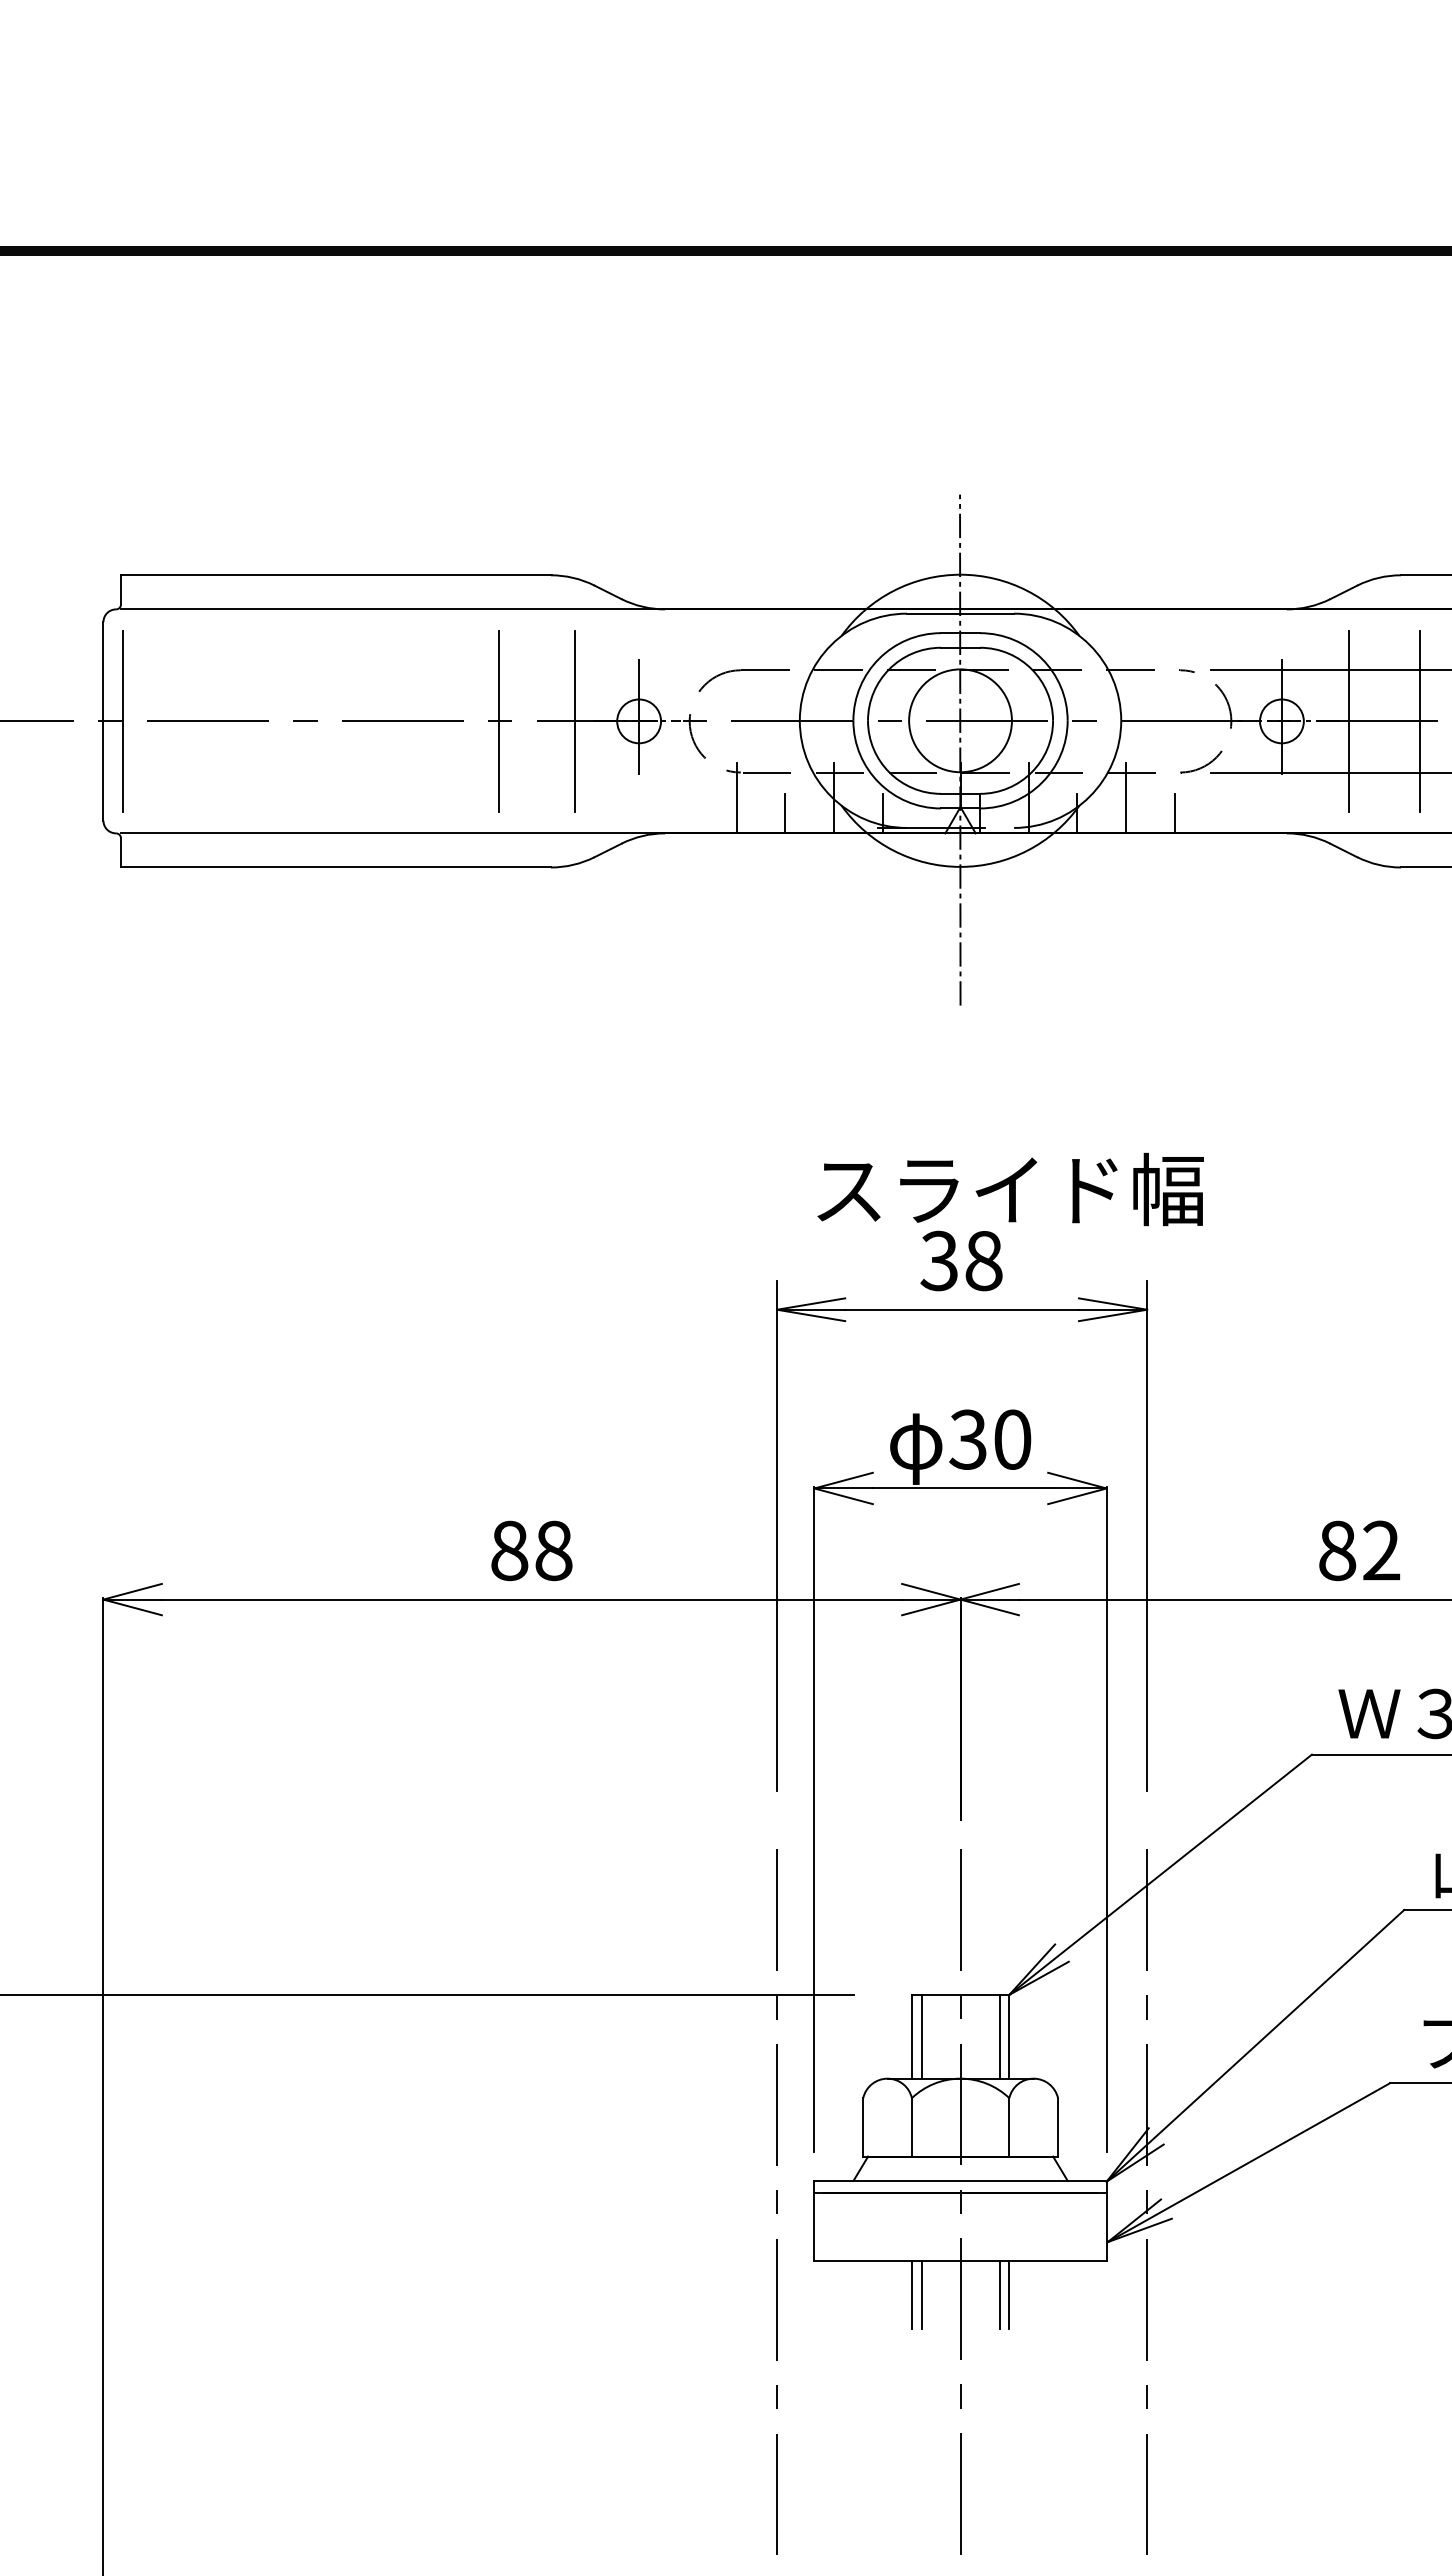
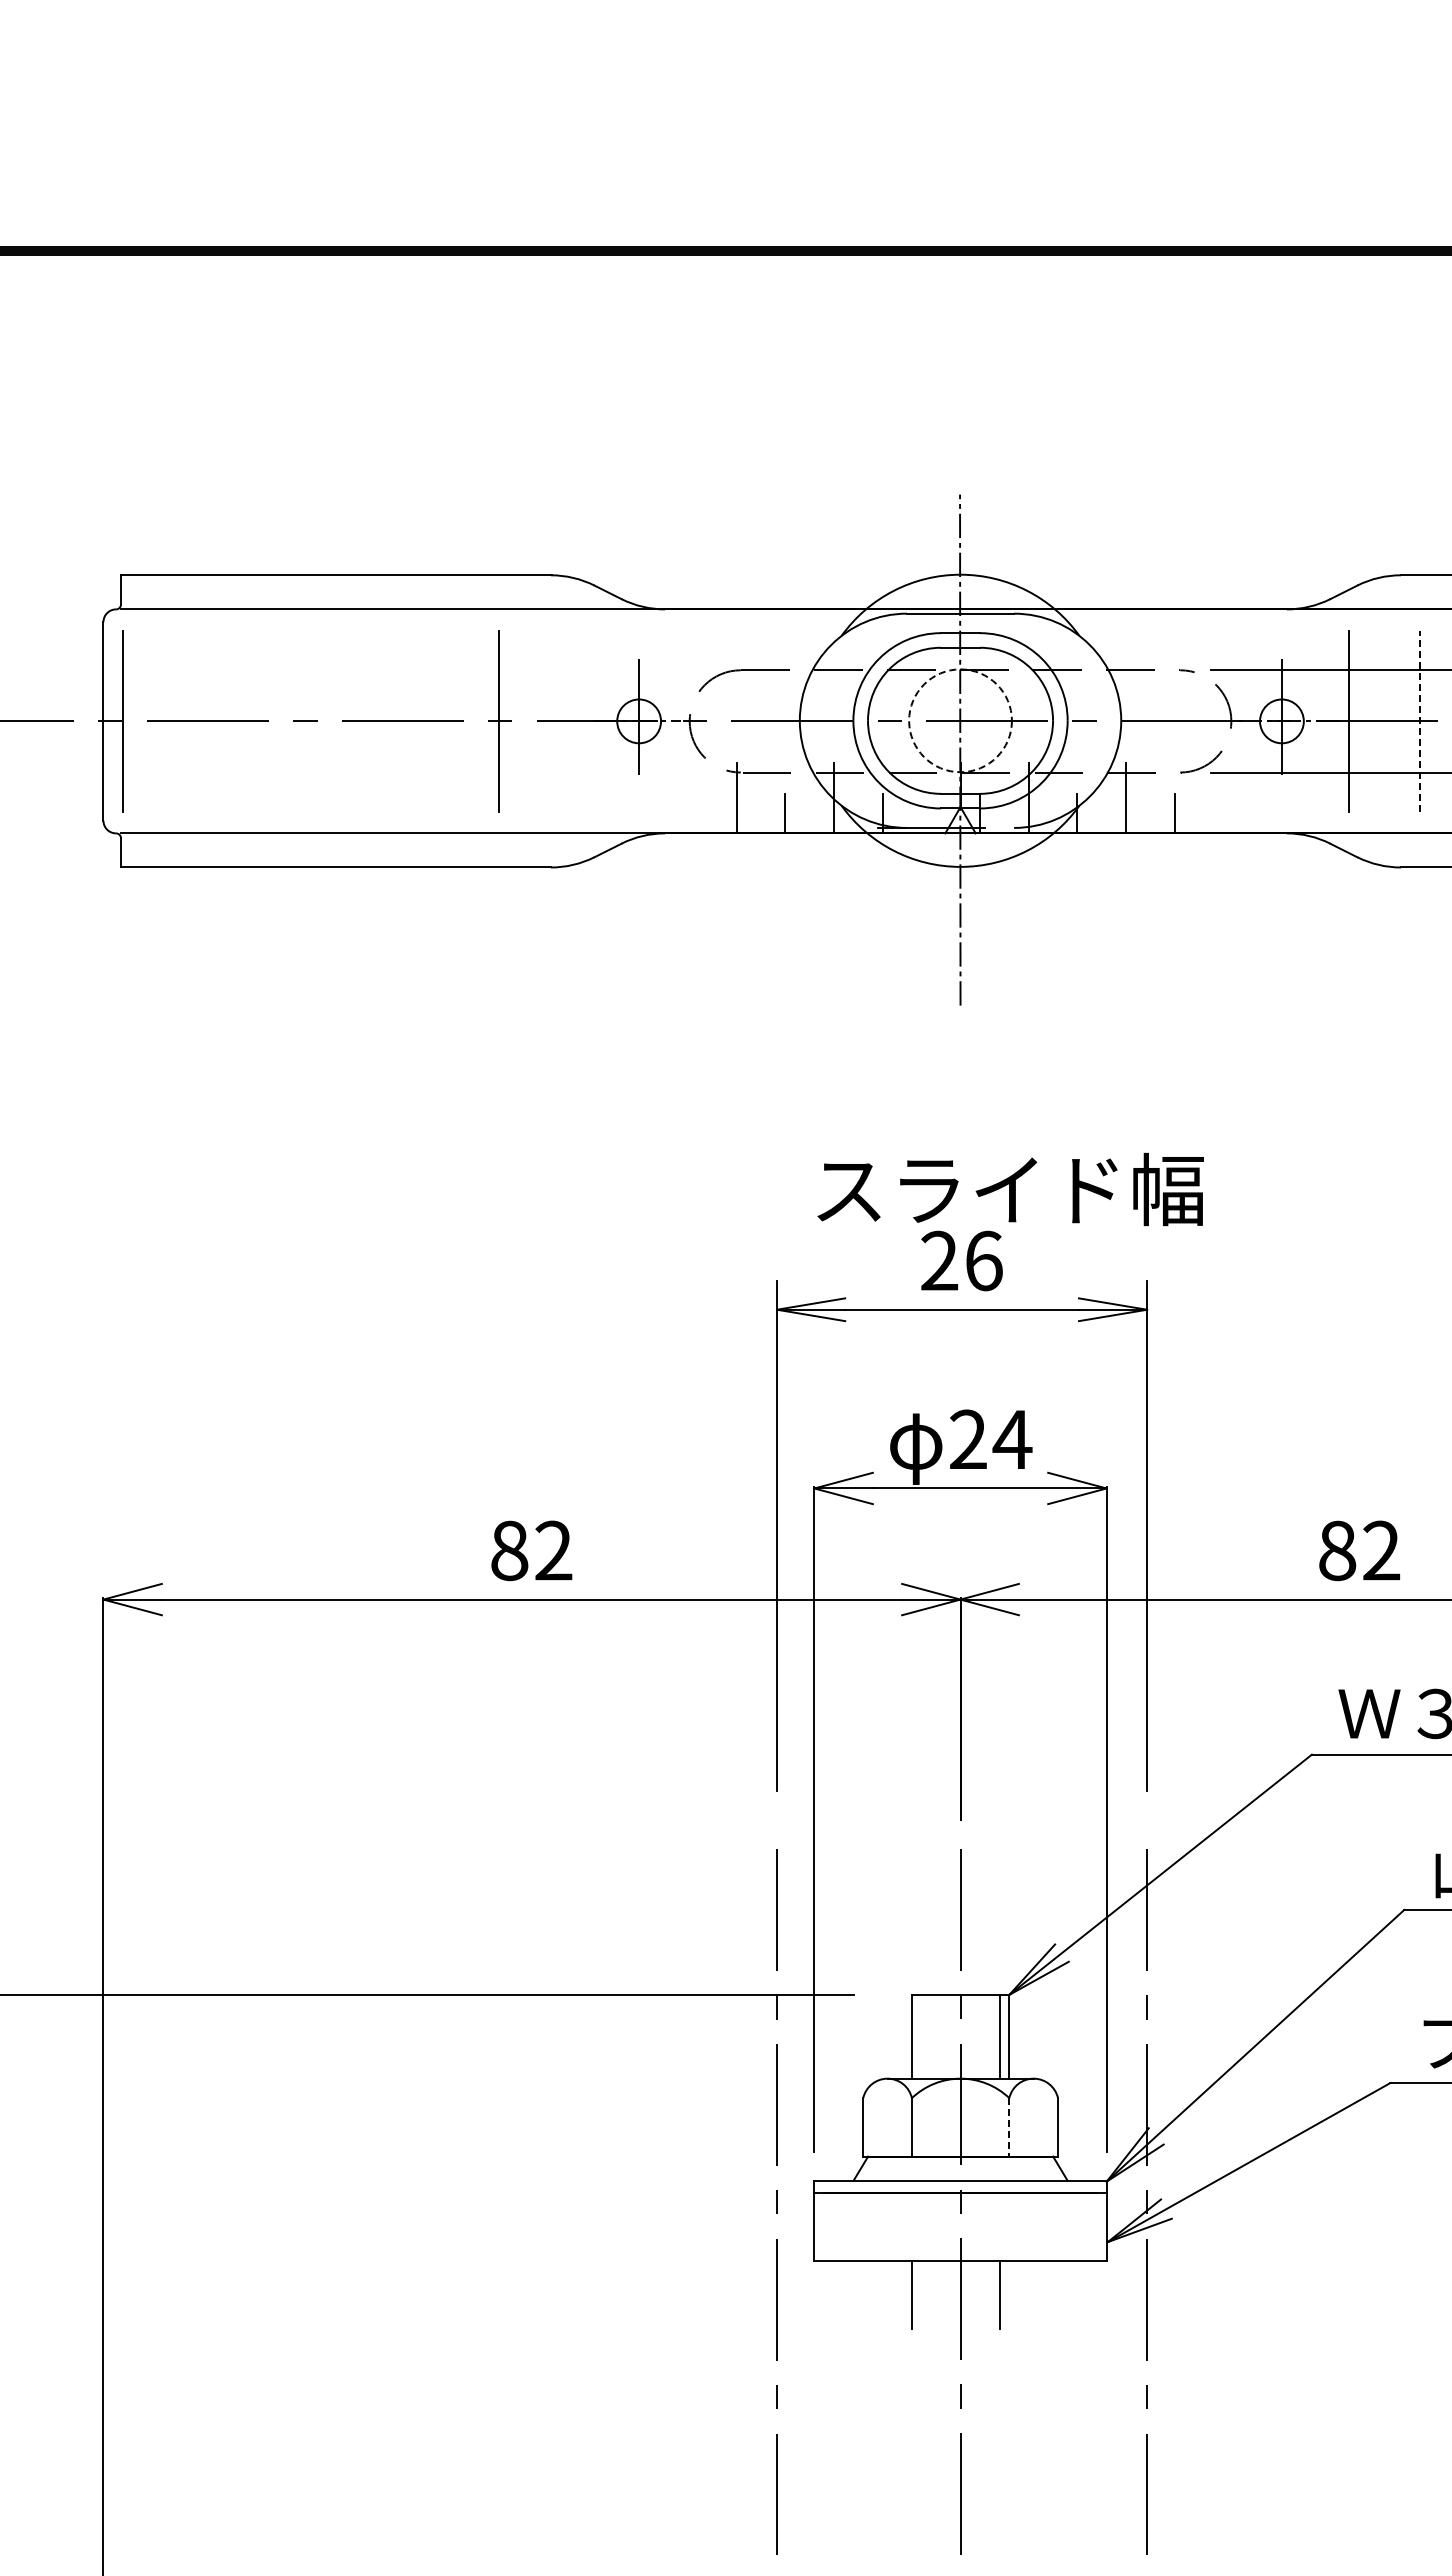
line at (575, 720): present -> none
circle at (960, 720): solid -> dashed
line at (1419, 721): solid -> dashed
text at (961, 1260): 38 -> 26
text at (990, 1439): 30 -> 24
text at (553, 1550): 88 -> 82
line at (921, 2036): present -> none
line at (1009, 2127): solid -> dashed
line at (921, 2294): present -> none
line at (1009, 2294): present -> none
